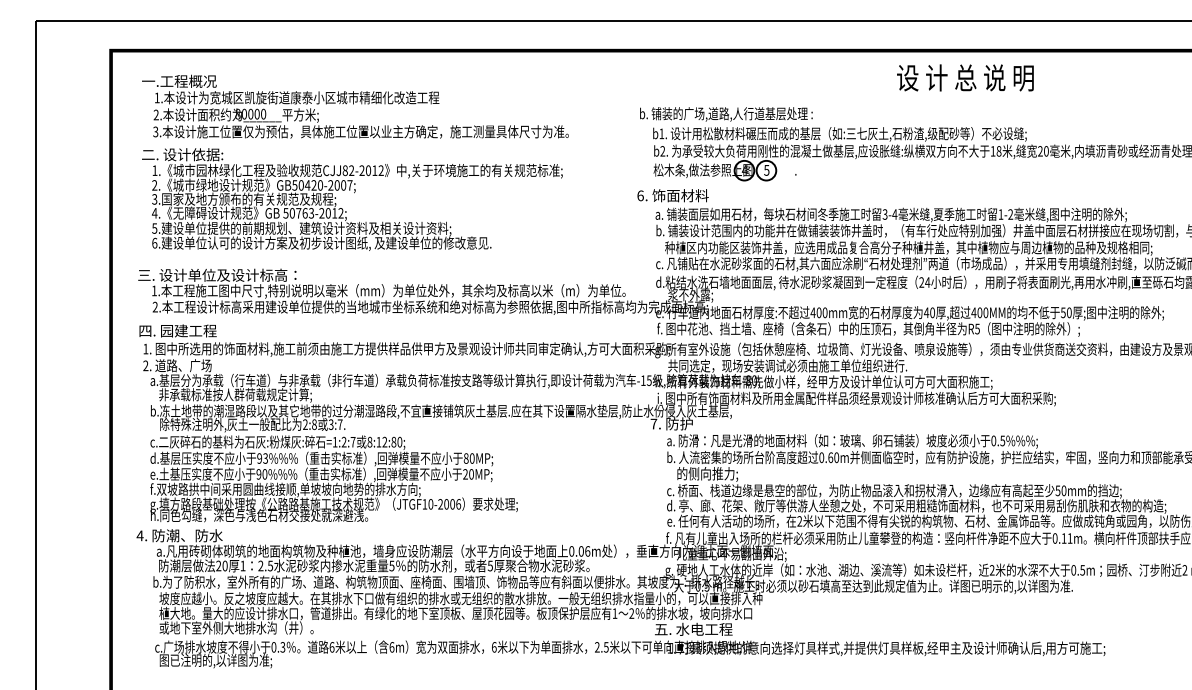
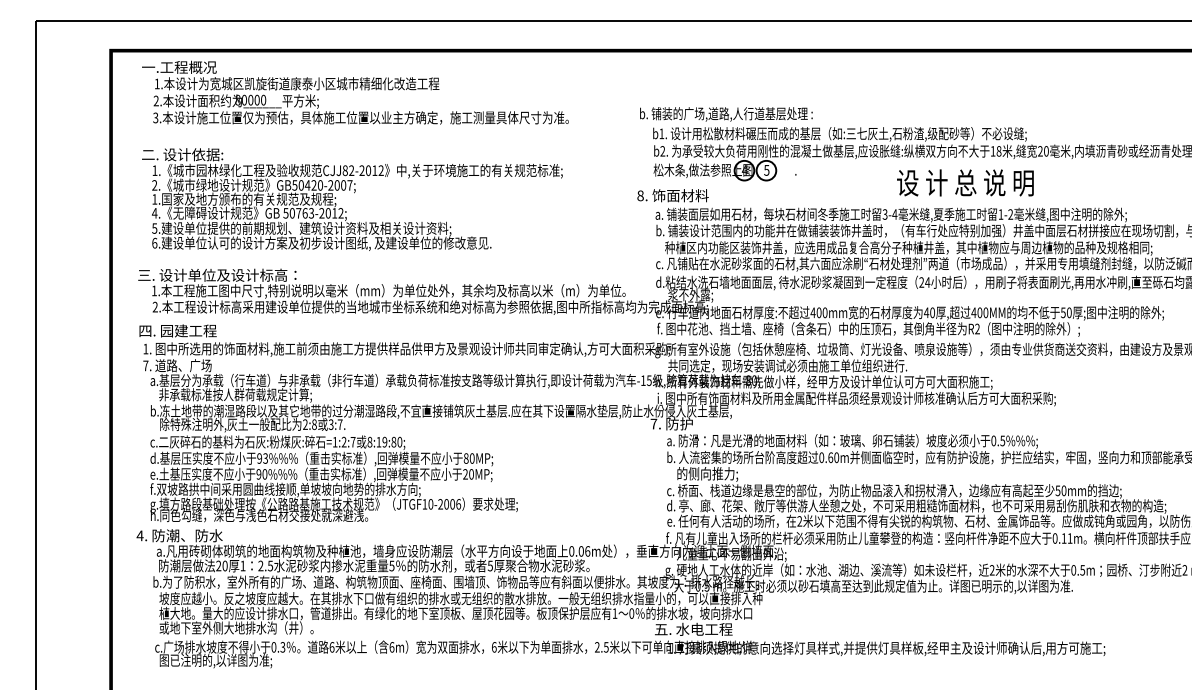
text at (965, 77) position: (965, 77) -> (965, 182)
text at (355, 106) position: (355, 106) -> (355, 92)
text at (640, 195): 6. -> 8.
text at (154, 199): 3. -> 1.
text at (977, 328): R5 -> R2
text at (145, 365): 2. -> 7.
text at (384, 442): 8:12:80; -> 8:19:80;
text at (631, 613): 2 -> 0
